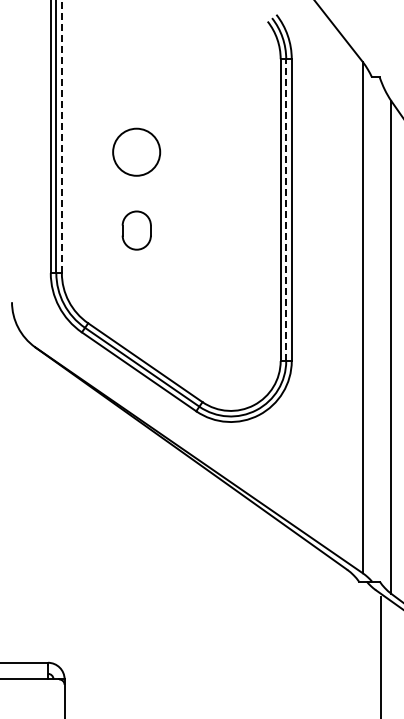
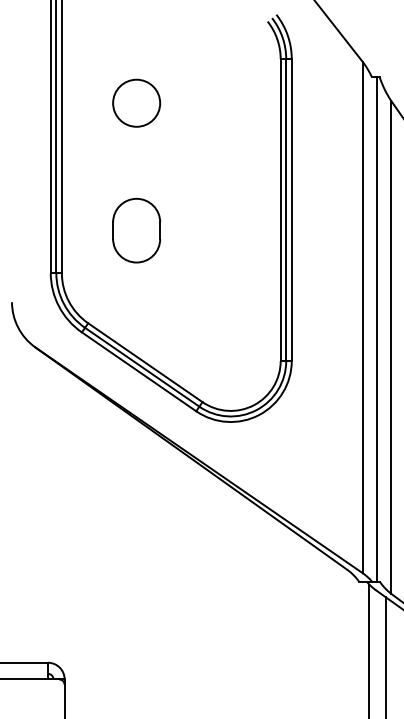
line at (61, 137): dashed -> solid
circle at (136, 151) position: (136, 151) -> (136, 102)
line at (286, 210): dashed -> solid
part at (136, 230) size: 31x41 px -> 50x67 px
line at (377, 329): none -> present
line at (369, 649): none -> present
line at (380, 656) position: (380, 656) -> (385, 656)
